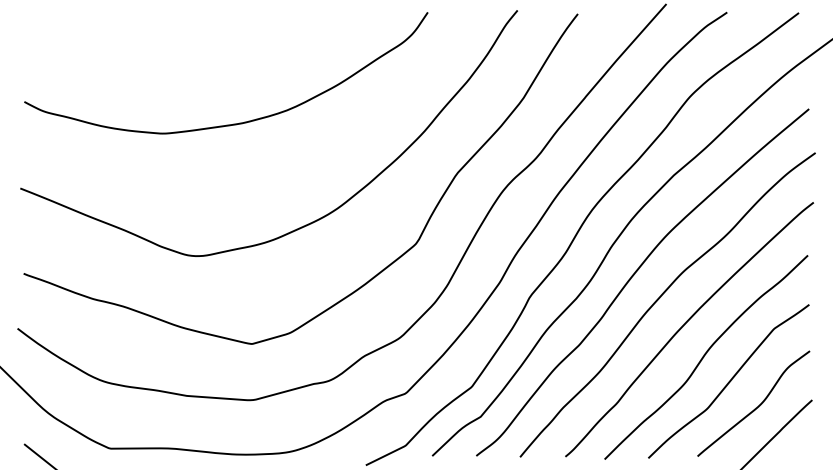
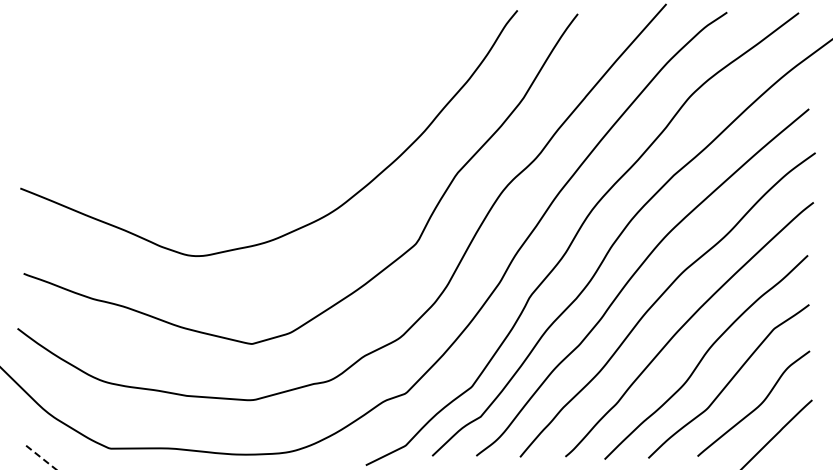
curve at (233, 123): present -> none
line at (39, 456): solid -> dashed
